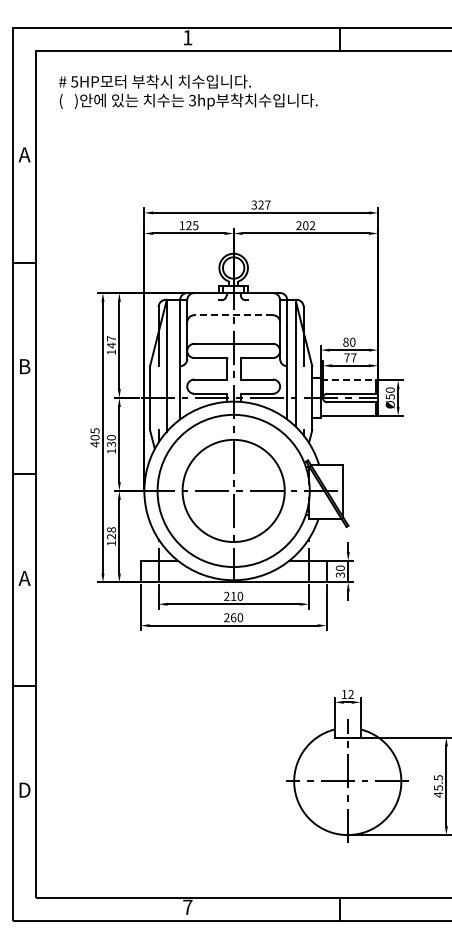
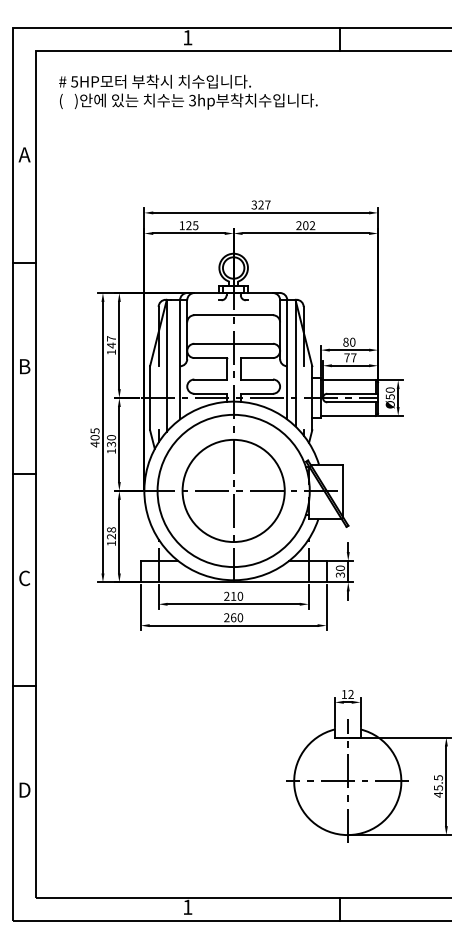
line at (233, 315): dashed -> solid
line at (348, 380): dashed -> solid
text at (24, 578): A -> C
text at (187, 906): 7 -> 1
